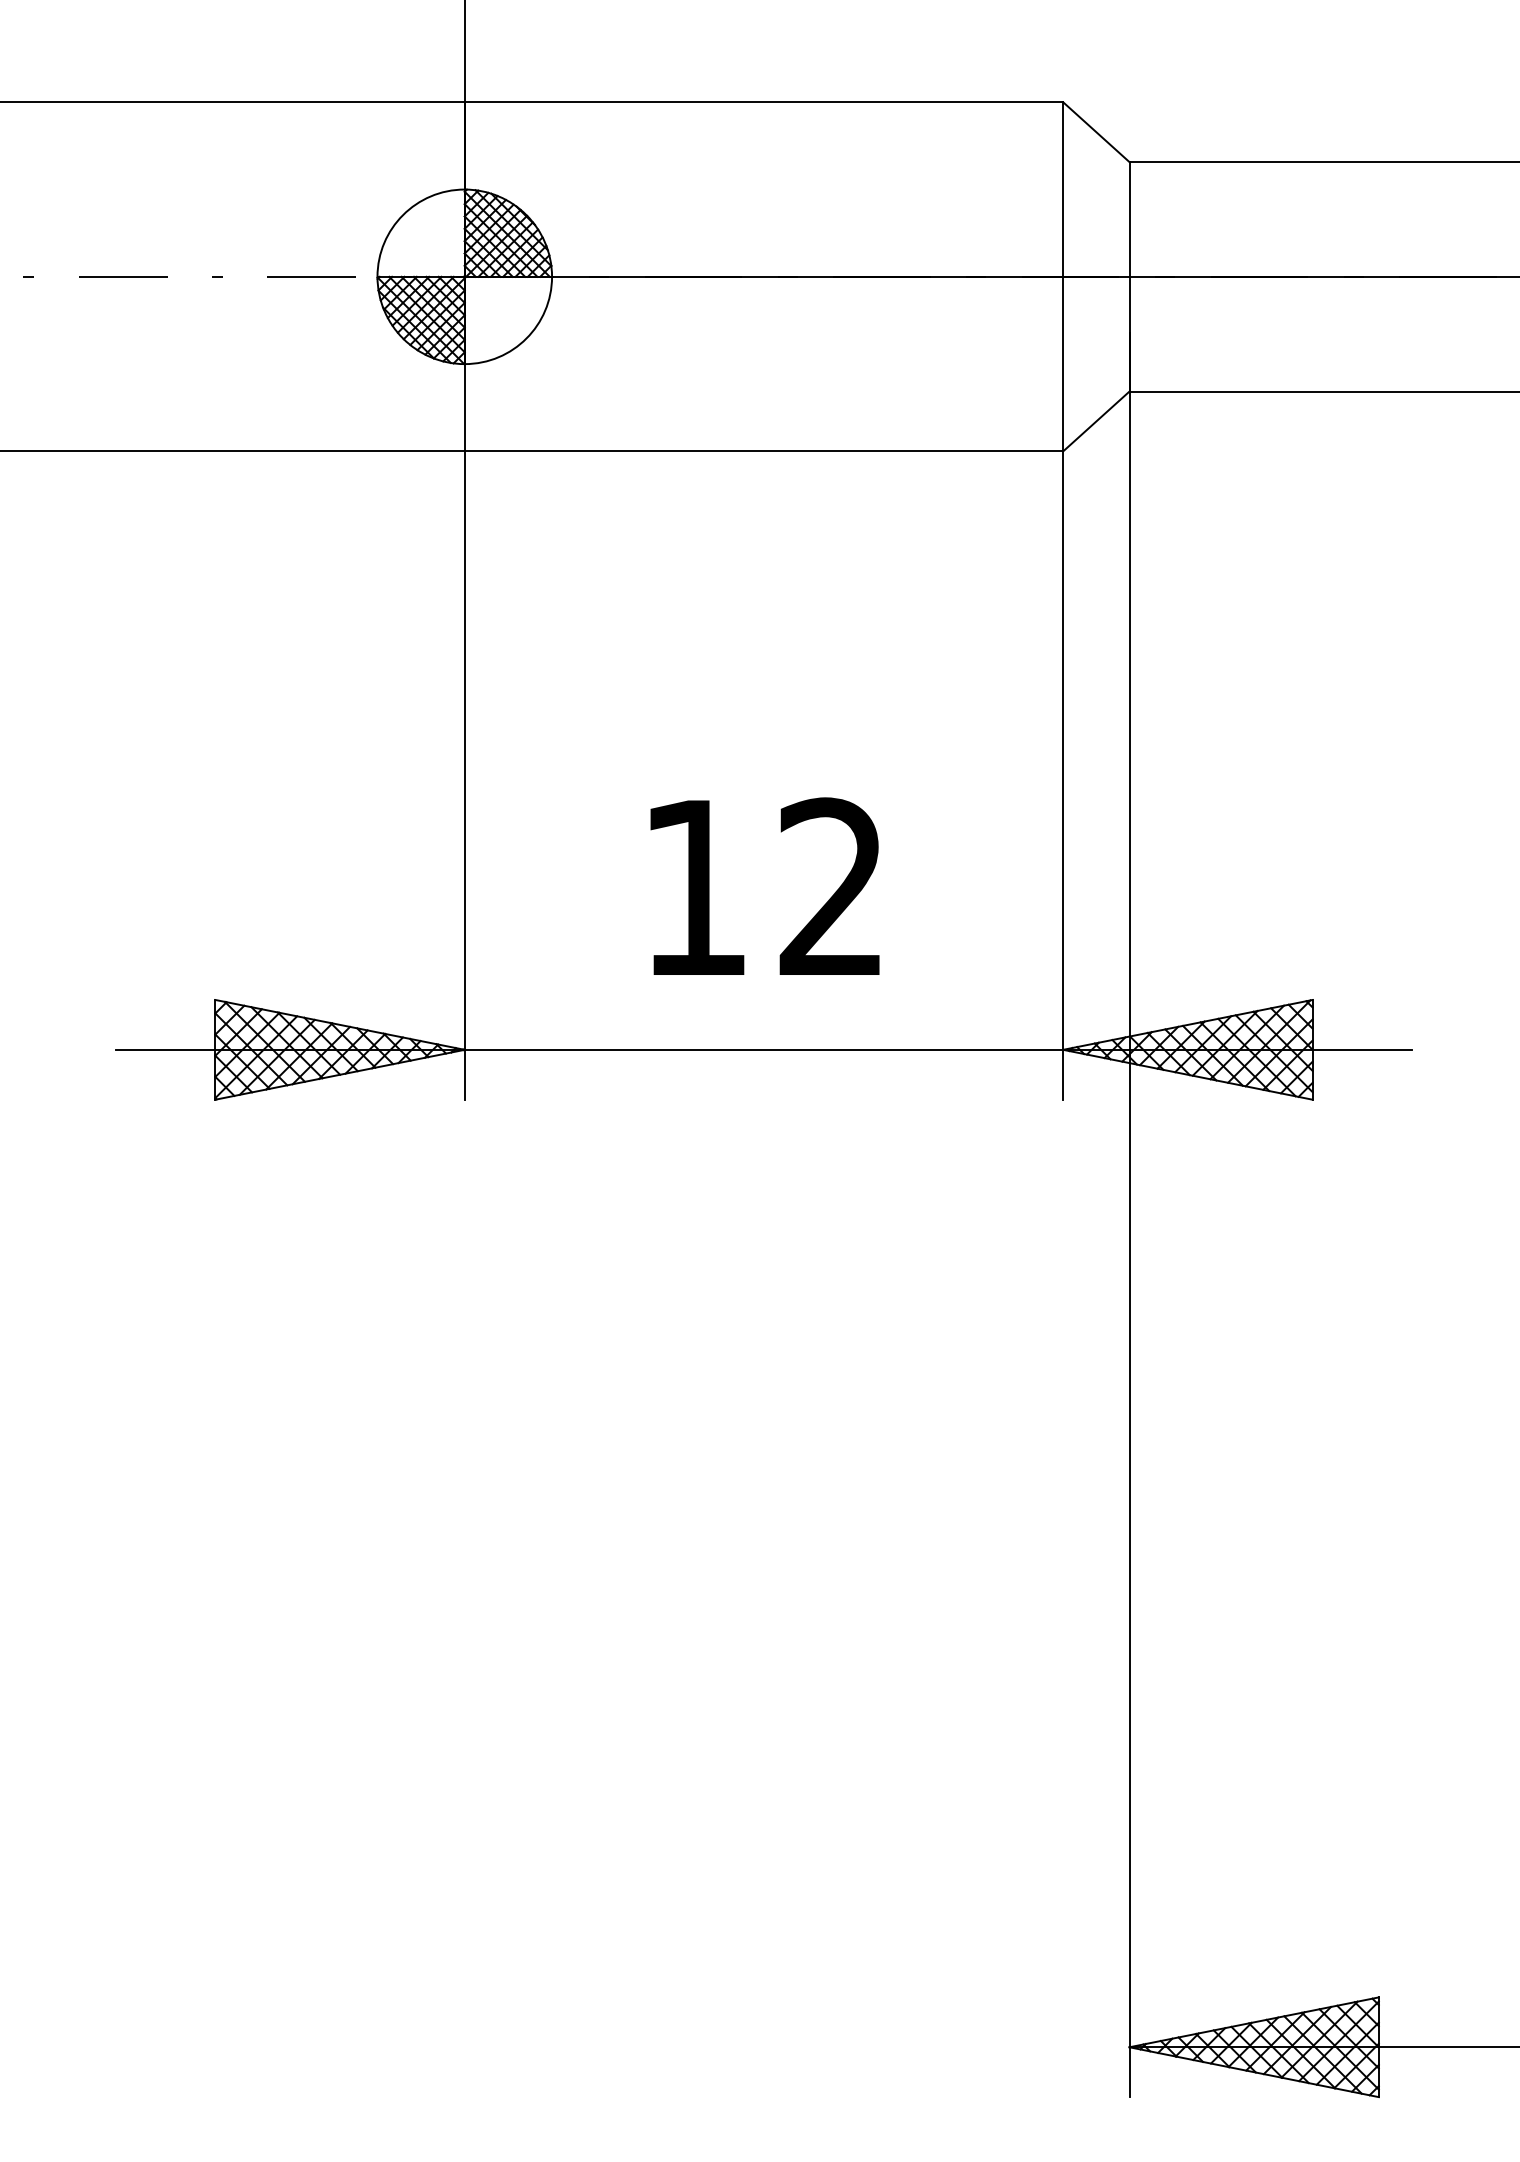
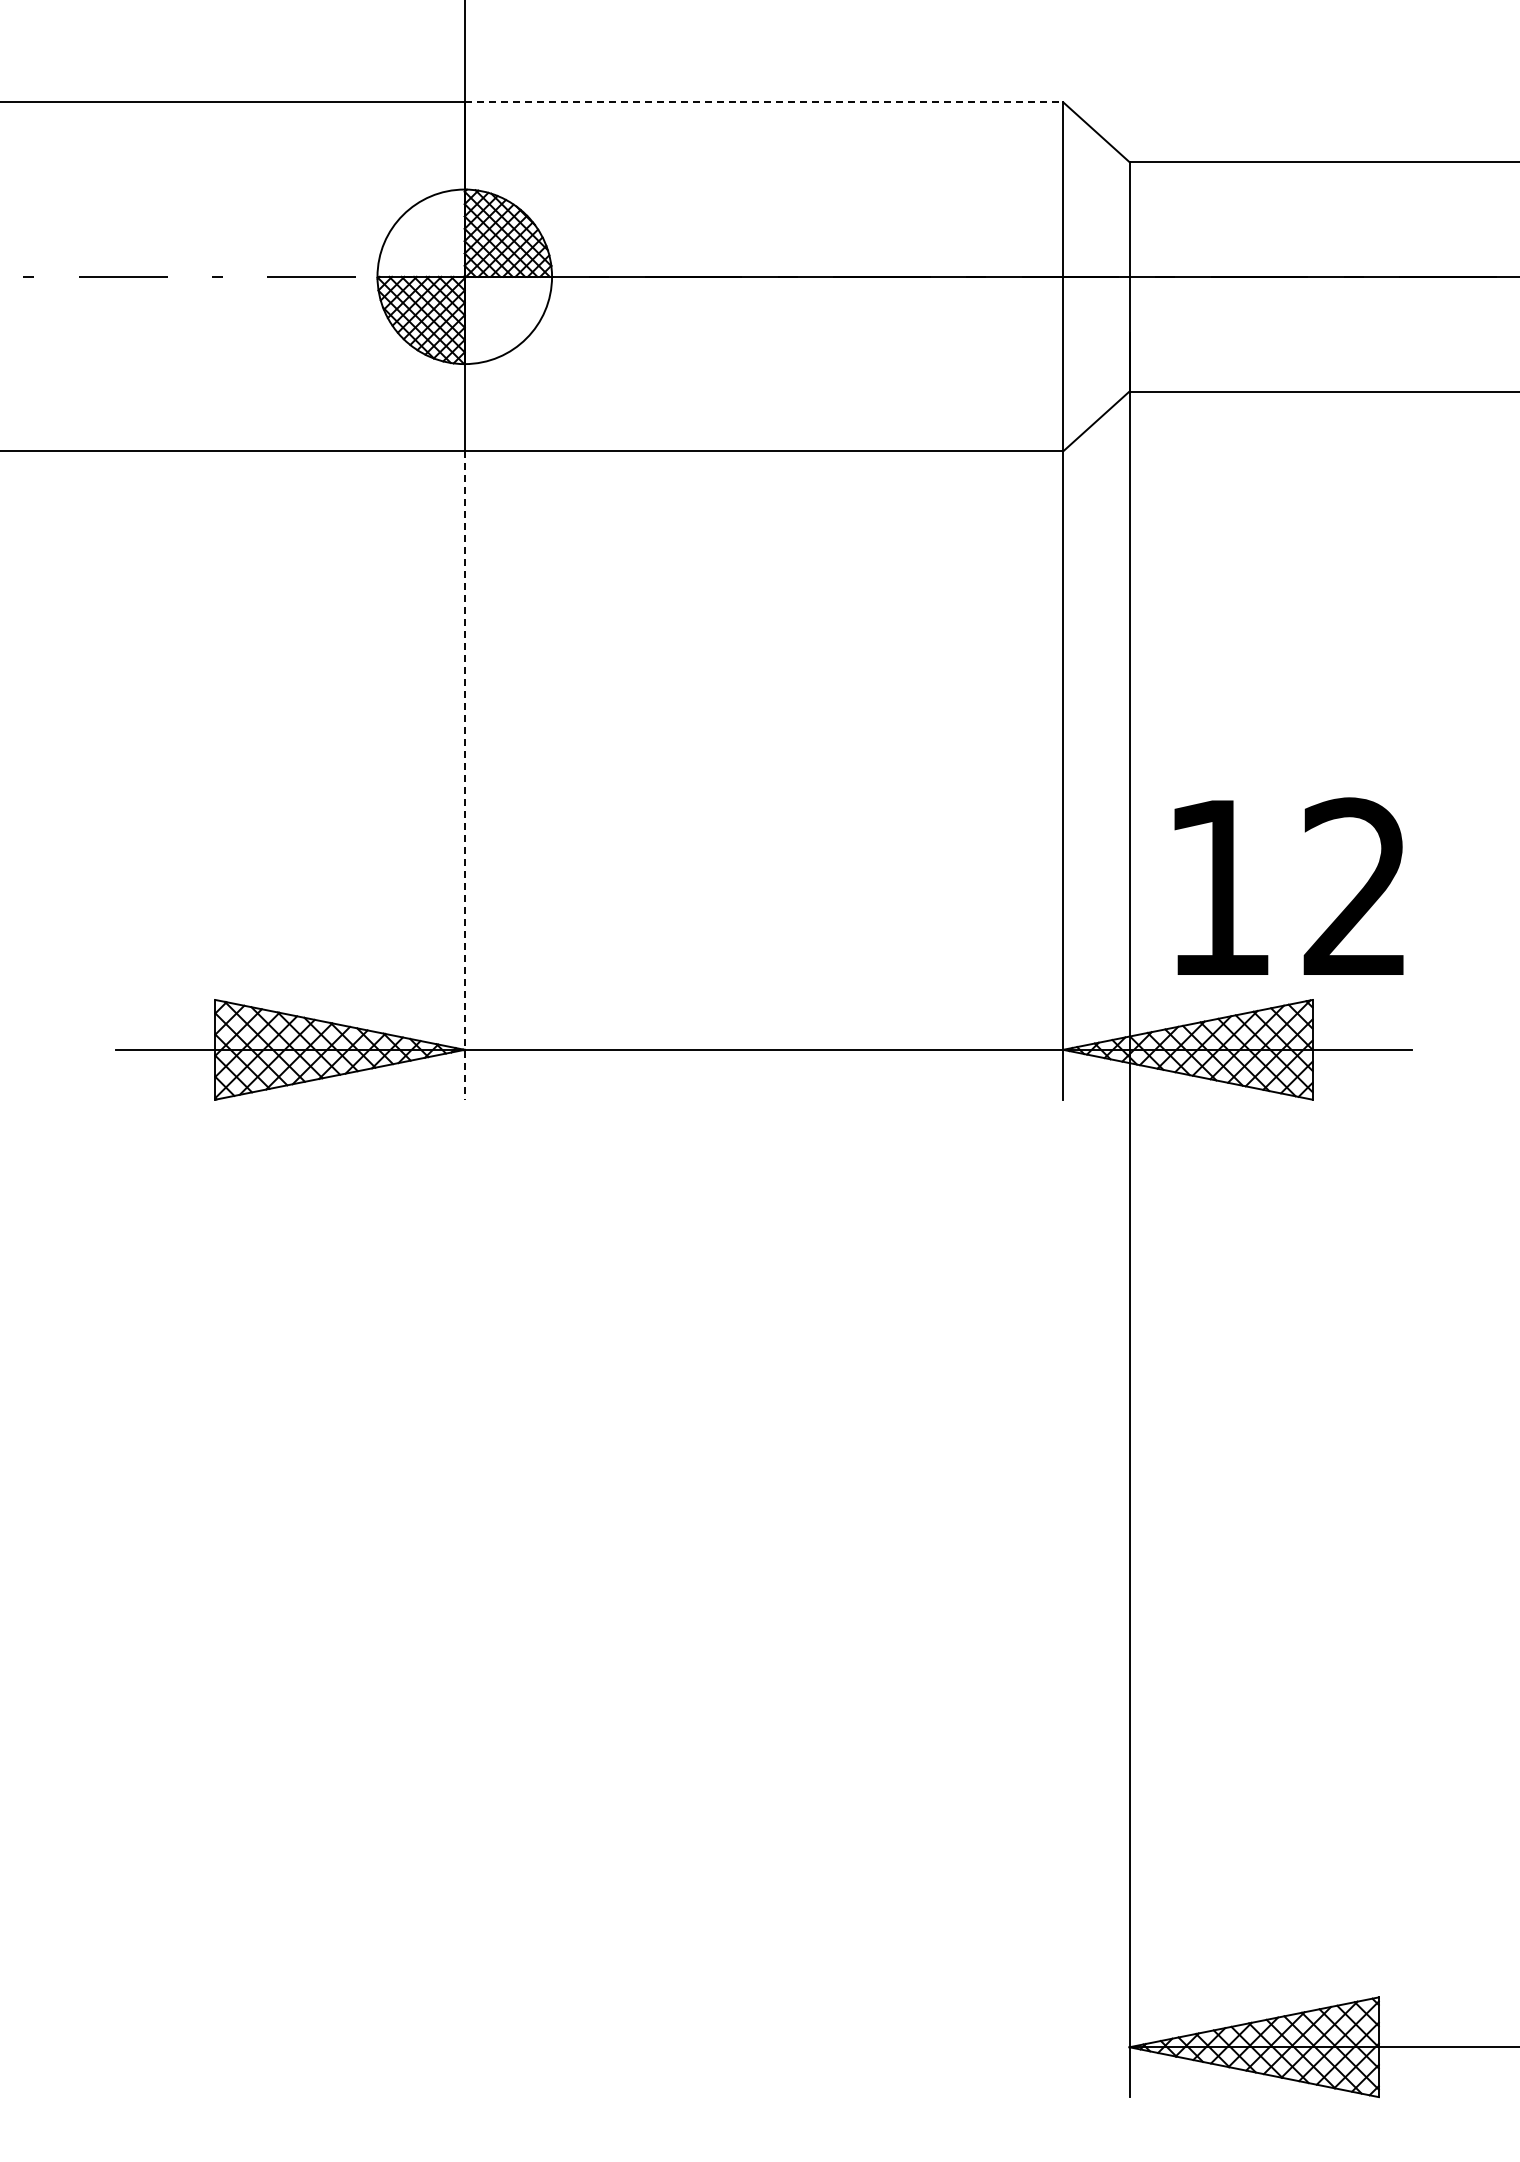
line at (764, 102): solid -> dashed
line at (464, 776): solid -> dashed
text at (764, 885) position: (764, 885) -> (1288, 885)
